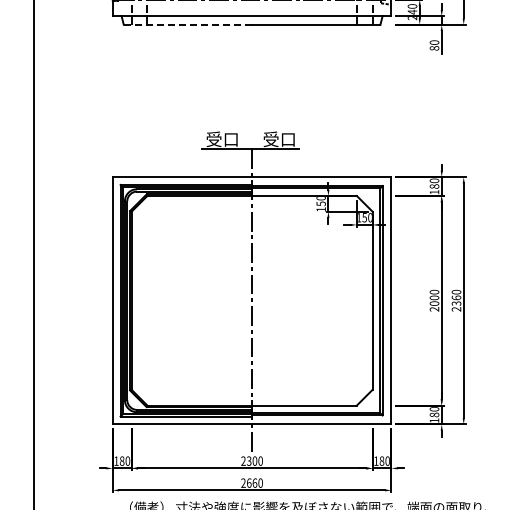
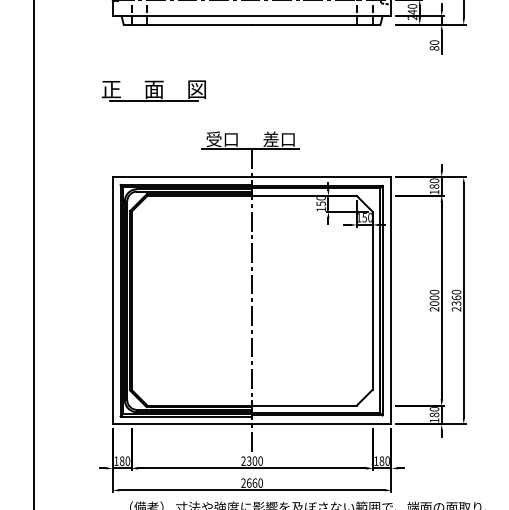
line at (187, 24): dashed -> solid
part at (153, 90): none -> present
text at (270, 139): 受口 -> 差口
